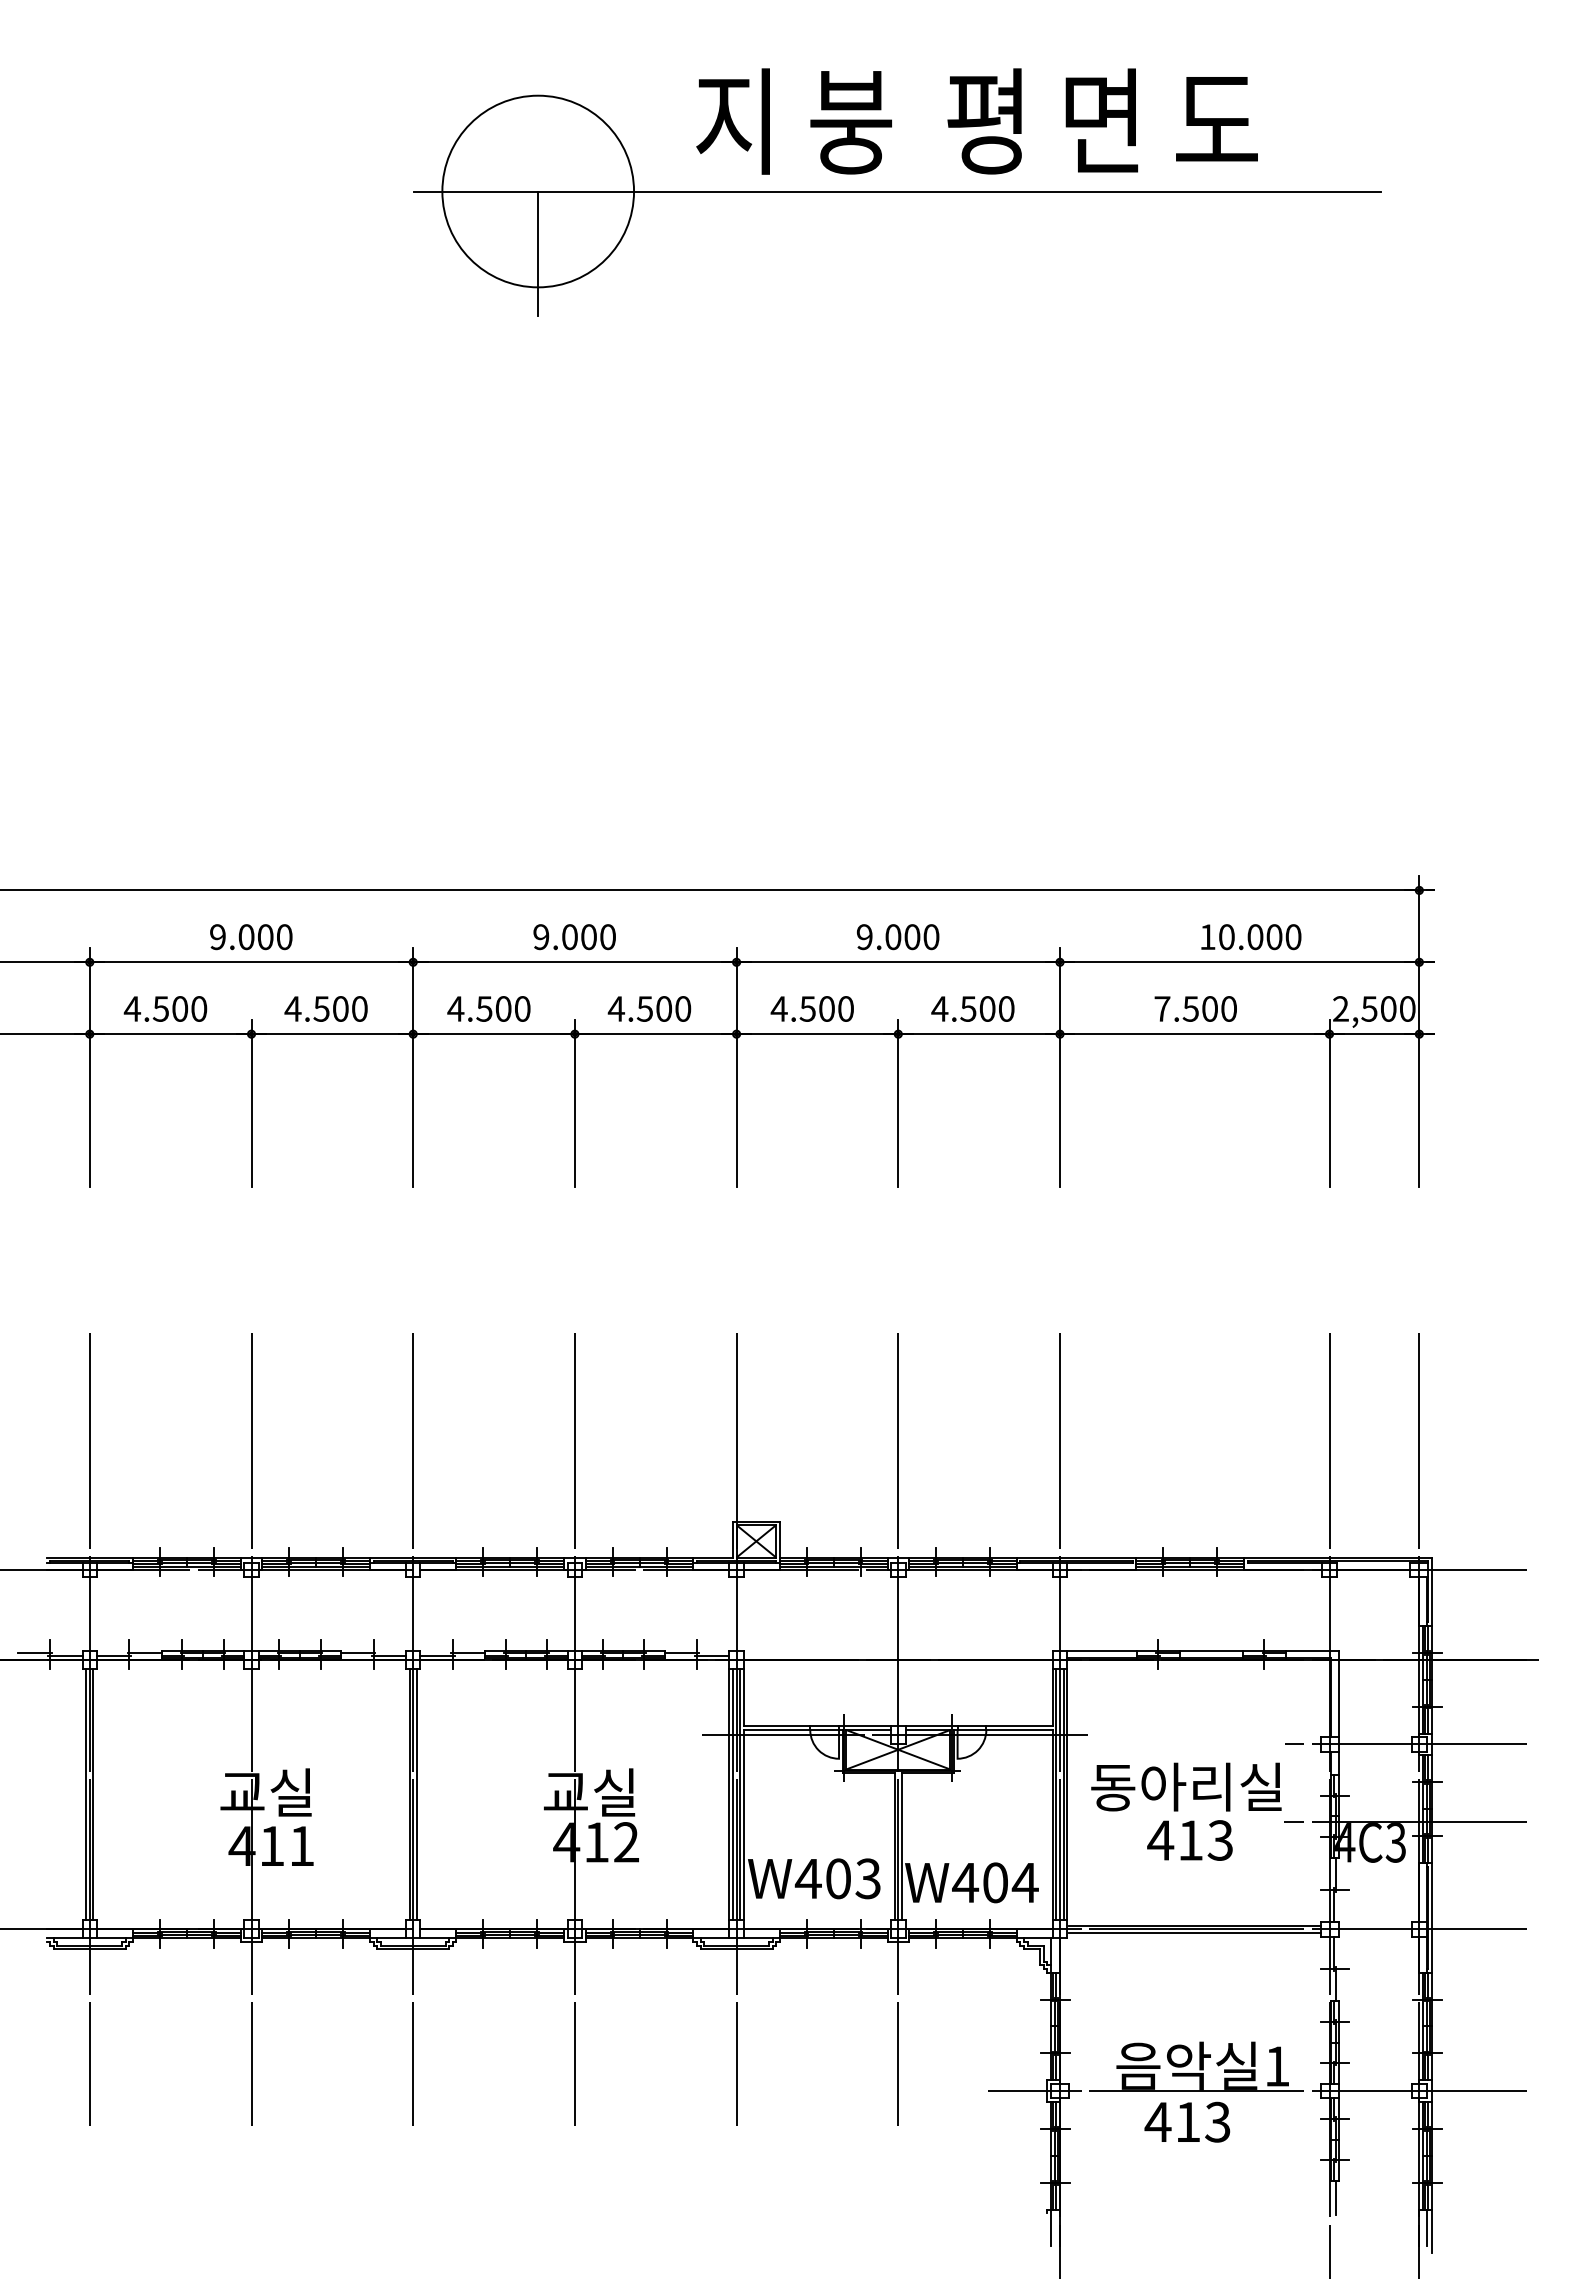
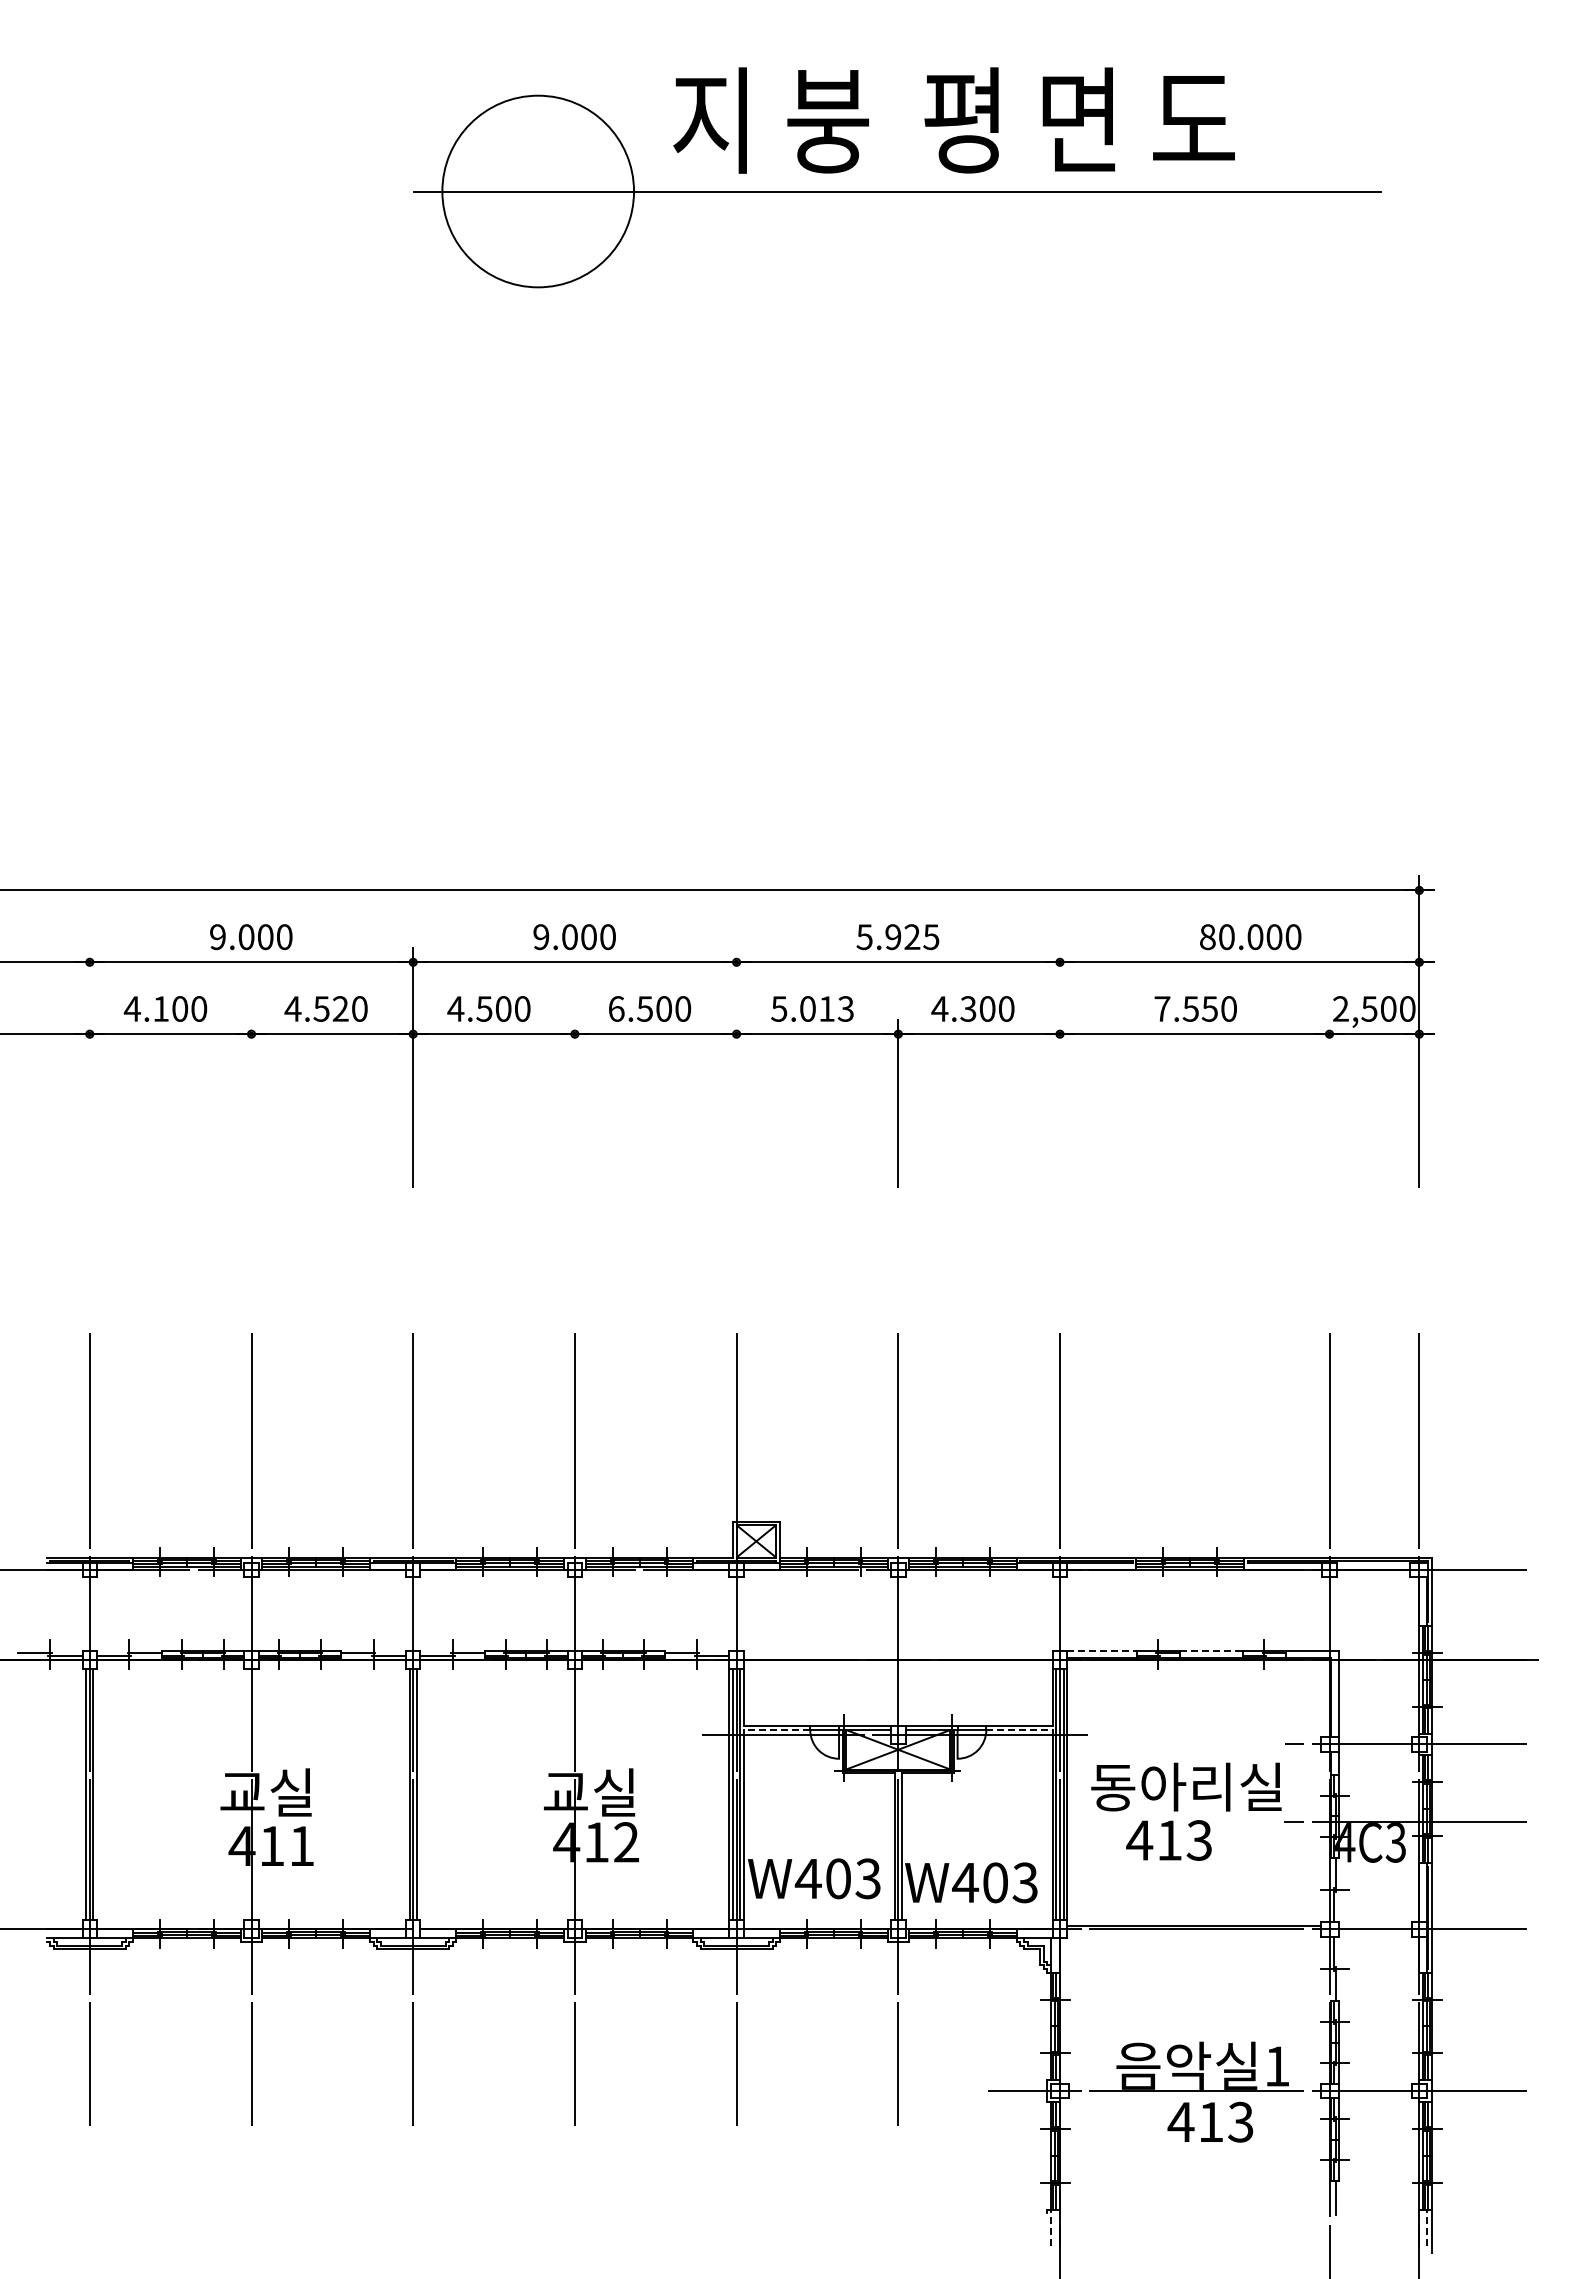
text at (976, 121) position: (976, 121) -> (953, 120)
line at (538, 253): present -> none
text at (897, 937): 9.000 -> 5.925
text at (1207, 937): 10.000 -> 80.000
text at (160, 1008): 4.500 -> 4.100
text at (340, 1008): 4.500 -> 4.520
text at (616, 1008): 4.500 -> 6.500
text at (811, 1008): 4.500 -> 5.013
text at (968, 1008): 4.500 -> 4.300
text at (1209, 1008): 7.500 -> 7.550
line at (89, 1066): present -> none
line at (736, 1066): present -> none
line at (1060, 1066): present -> none
line at (251, 1102): present -> none
line at (574, 1102): present -> none
line at (1329, 1102): present -> none
line at (1101, 1650): solid -> dashed
line at (1211, 1650): solid -> dashed
line at (776, 1730): solid -> dashed
line at (1020, 1730): solid -> dashed
text at (1189, 1840) position: (1189, 1840) -> (1168, 1840)
text at (1024, 1882): W404 -> W403
line at (1194, 1933): present -> none
text at (1187, 2121) position: (1187, 2121) -> (1210, 2121)
line at (1051, 2227): solid -> dashed
line at (1426, 2227): solid -> dashed
